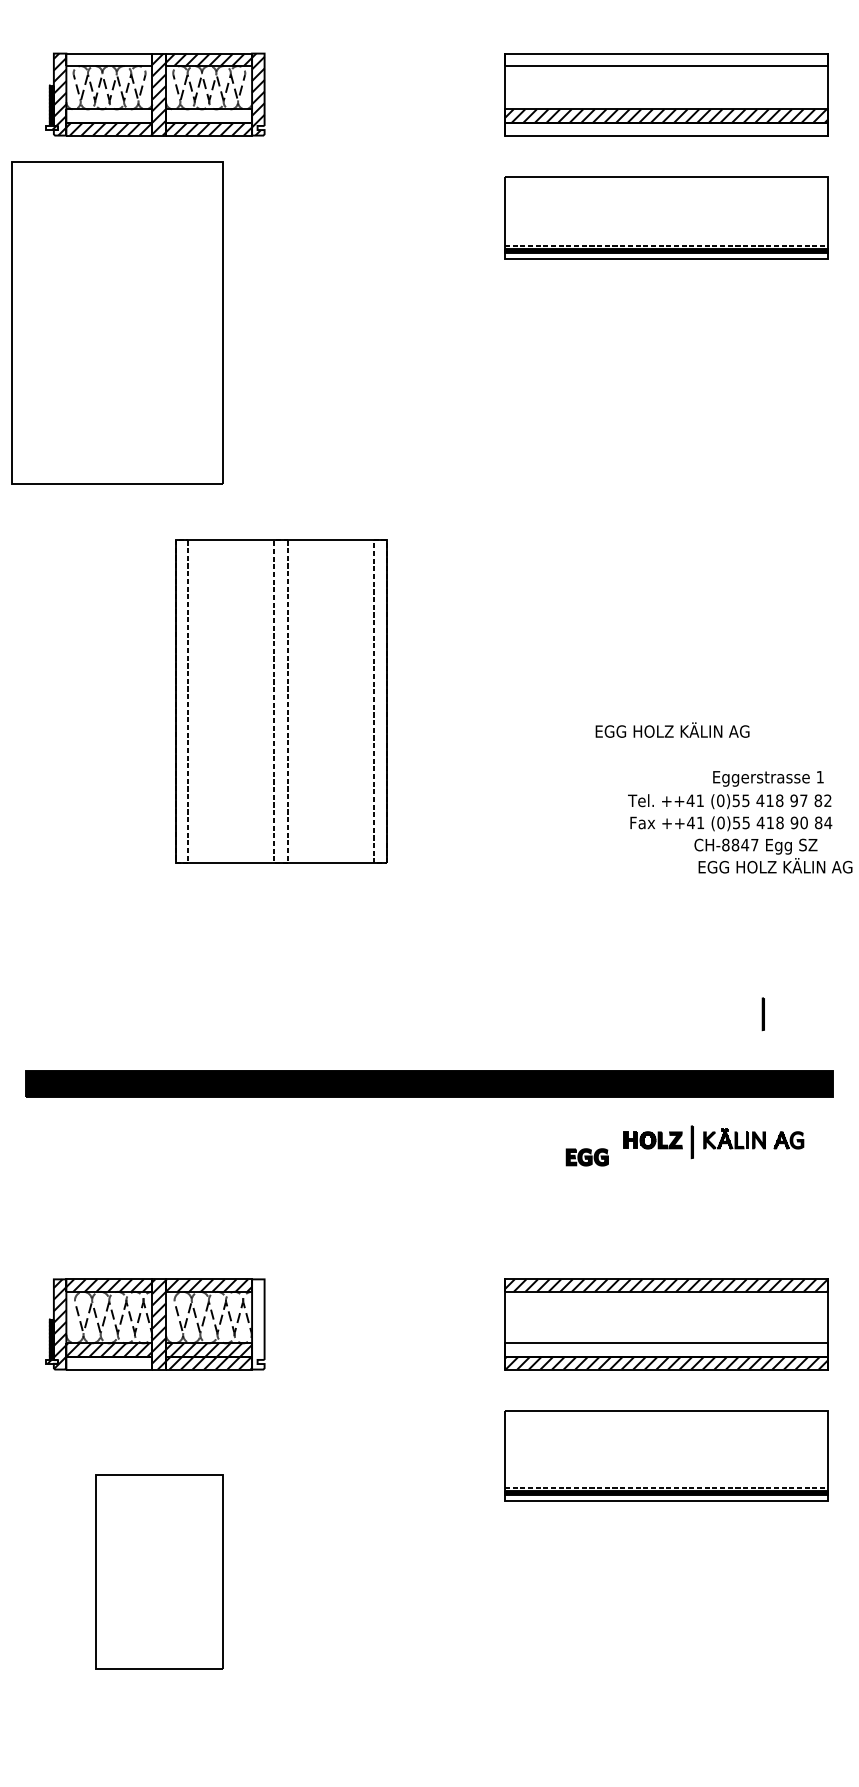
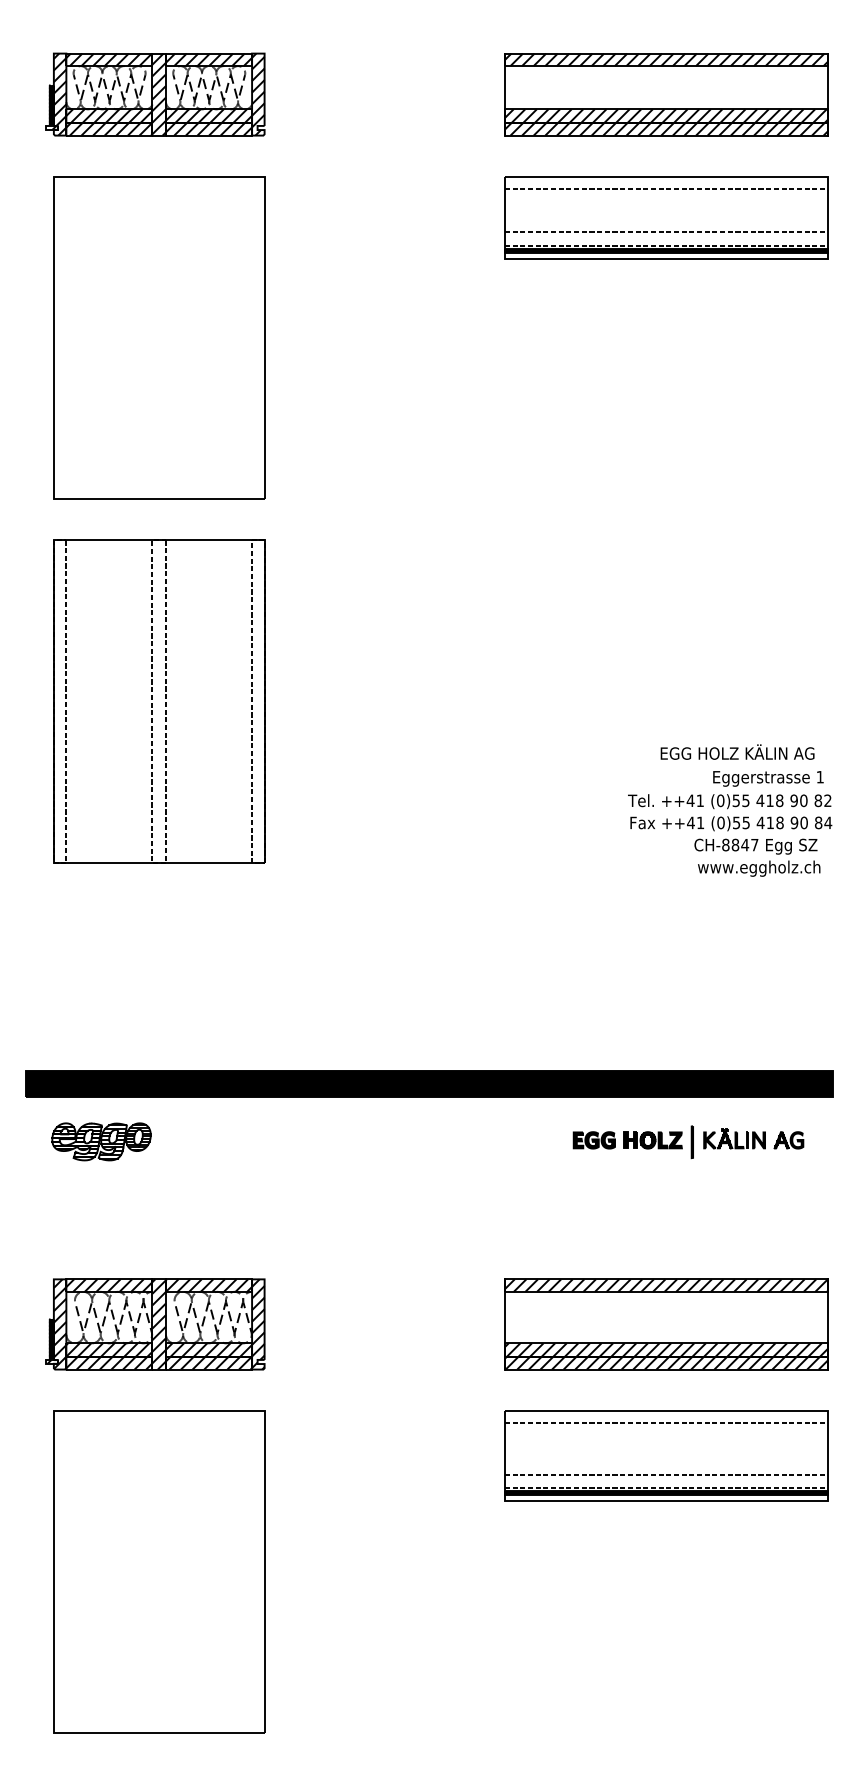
hatch at (109, 59): none -> present
hatch at (665, 59): none -> present
hatch at (109, 116): none -> present
hatch at (208, 116): none -> present
hatch at (665, 129): none -> present
line at (665, 189): none -> present
line at (665, 232): none -> present
part at (117, 322) position: (117, 322) -> (159, 337)
part at (281, 701) position: (281, 701) -> (159, 701)
text at (672, 729) position: (672, 729) -> (737, 751)
text at (803, 800): 97 -> 90
text at (775, 867): EGG HOLZ KÄLIN AG -> www.eggholz.ch
line at (762, 1014): present -> none
part at (101, 1141): none -> present
part at (586, 1157) position: (586, 1157) -> (593, 1140)
hatch at (258, 1324): none -> present
hatch at (665, 1350): none -> present
hatch at (109, 1363): none -> present
line at (665, 1423): none -> present
line at (665, 1474): none -> present
part at (159, 1571) size: 129x196 px -> 213x324 px
